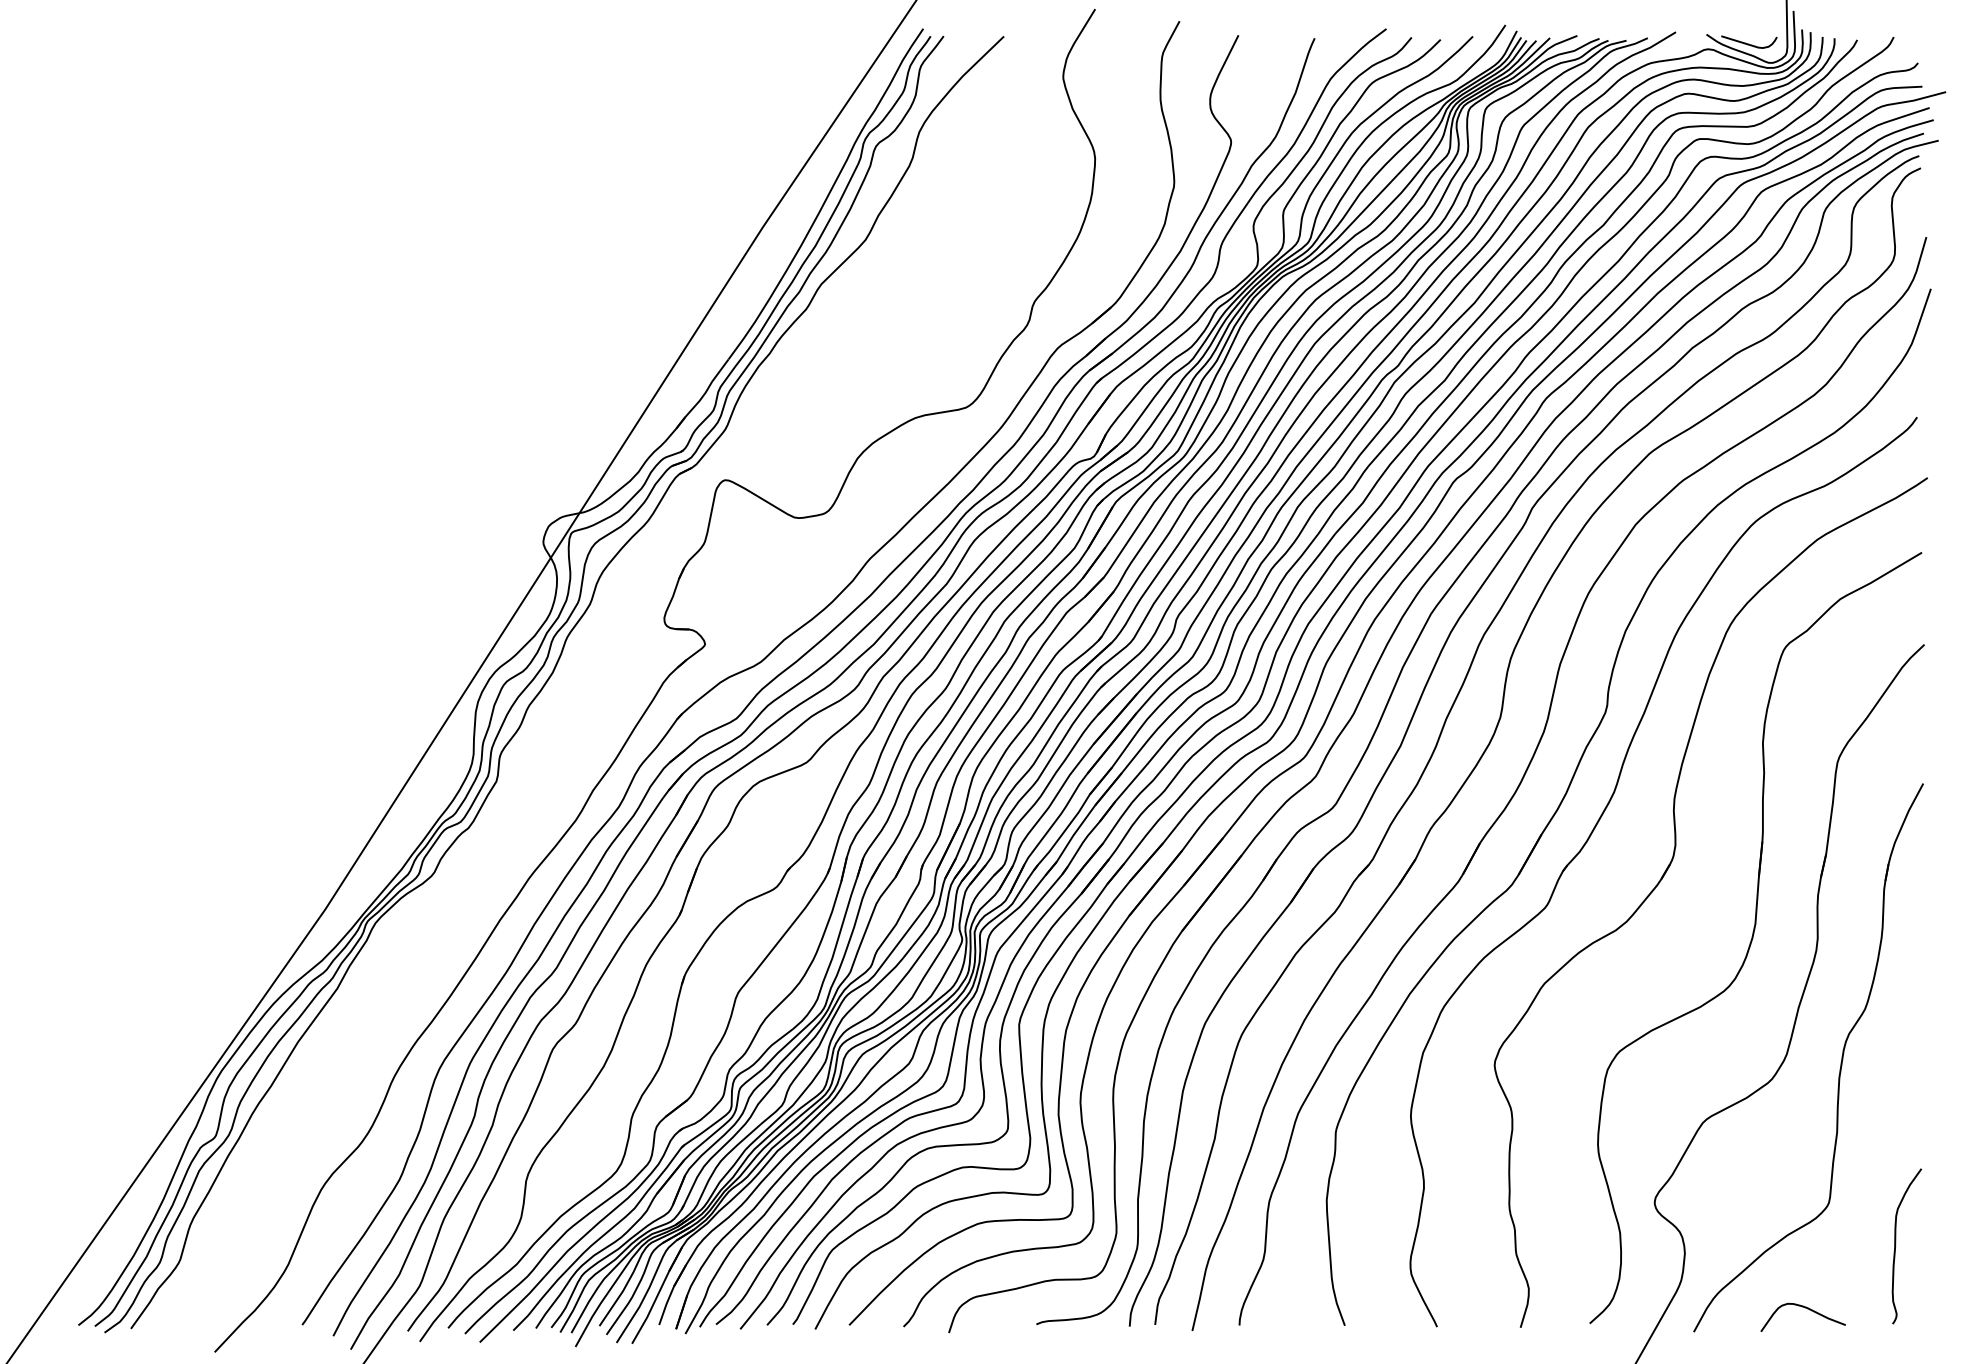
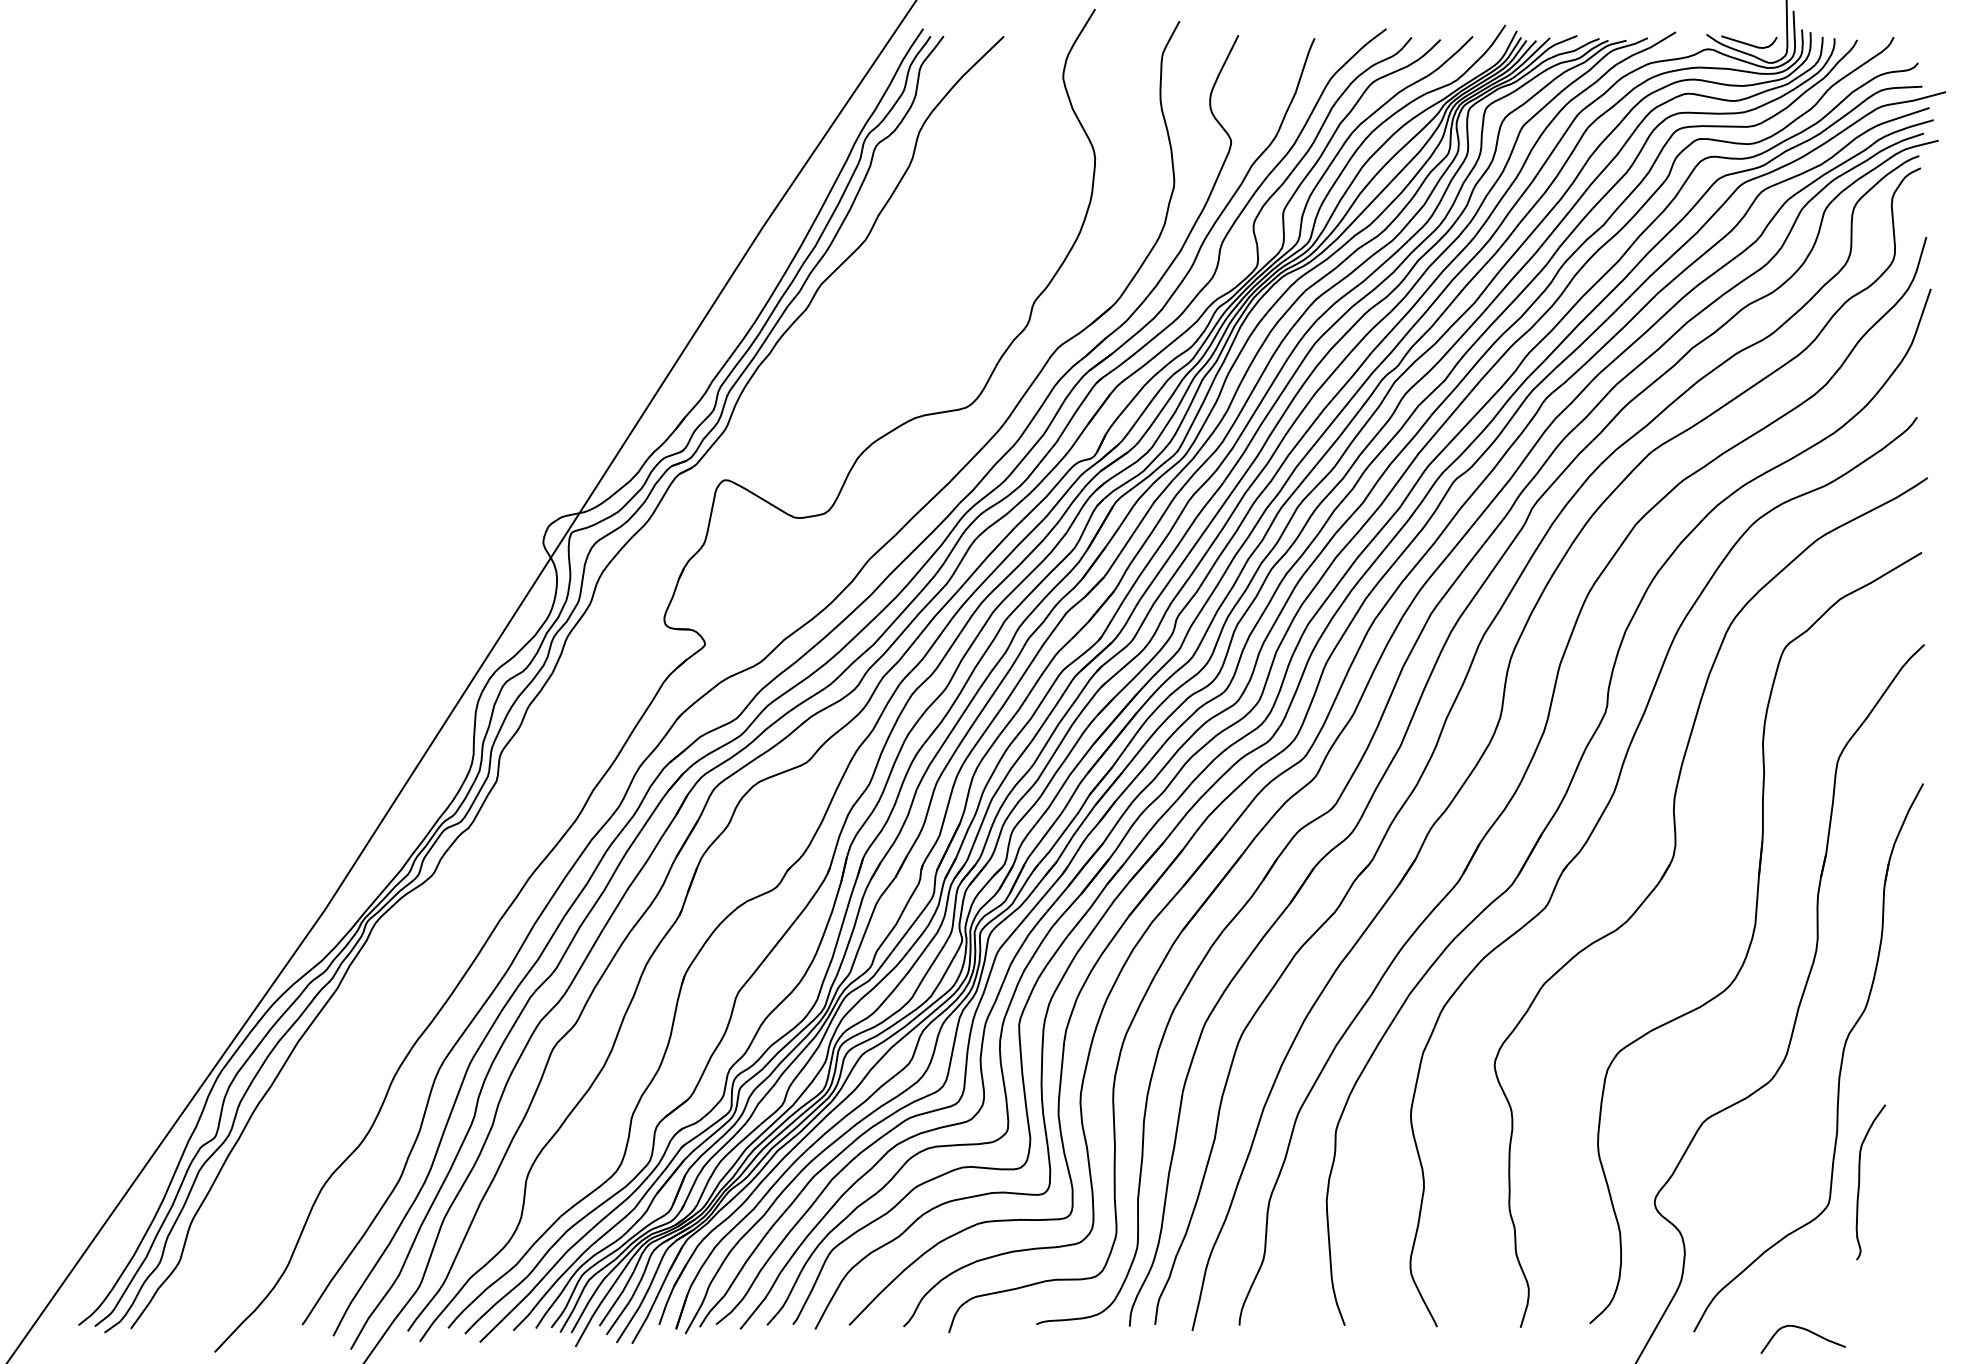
curve at (1896, 1244) position: (1896, 1244) -> (1860, 1180)
curve at (1805, 1308) position: (1805, 1308) -> (1805, 1330)
